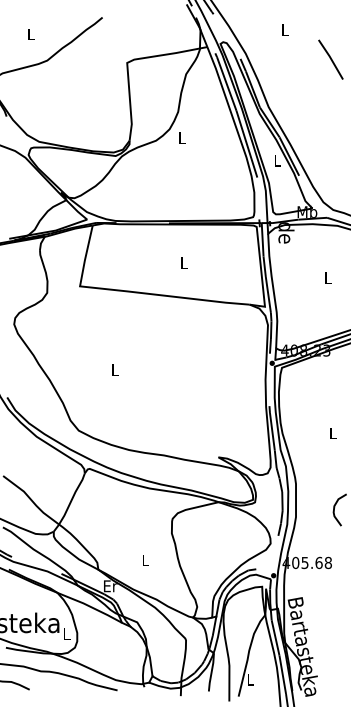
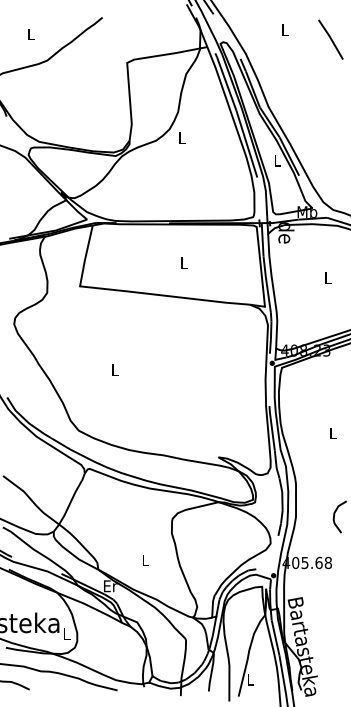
line at (330, 59) position: (330, 59) -> (330, 39)
curve at (335, 507) position: (335, 507) -> (335, 514)
